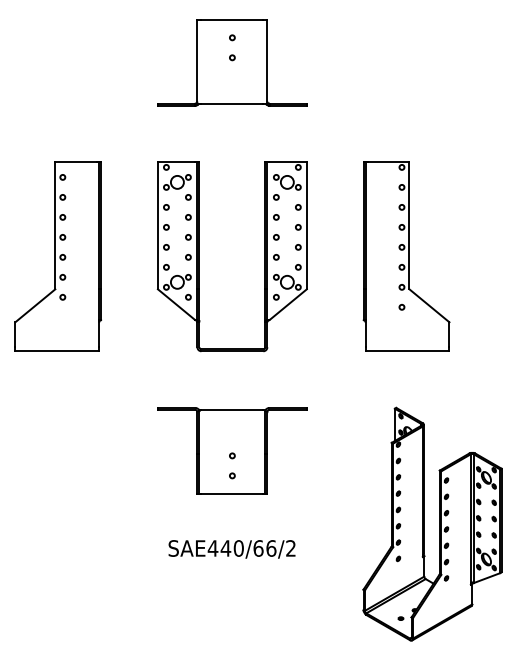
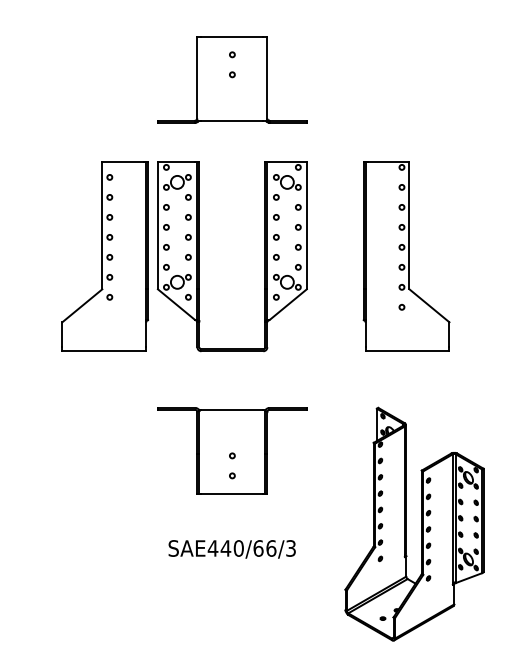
part at (232, 62) position: (232, 62) -> (232, 79)
part at (57, 256) position: (57, 256) -> (104, 256)
part at (439, 523) position: (439, 523) -> (421, 523)
text at (290, 548): SAE440/66/2 -> SAE440/66/3
